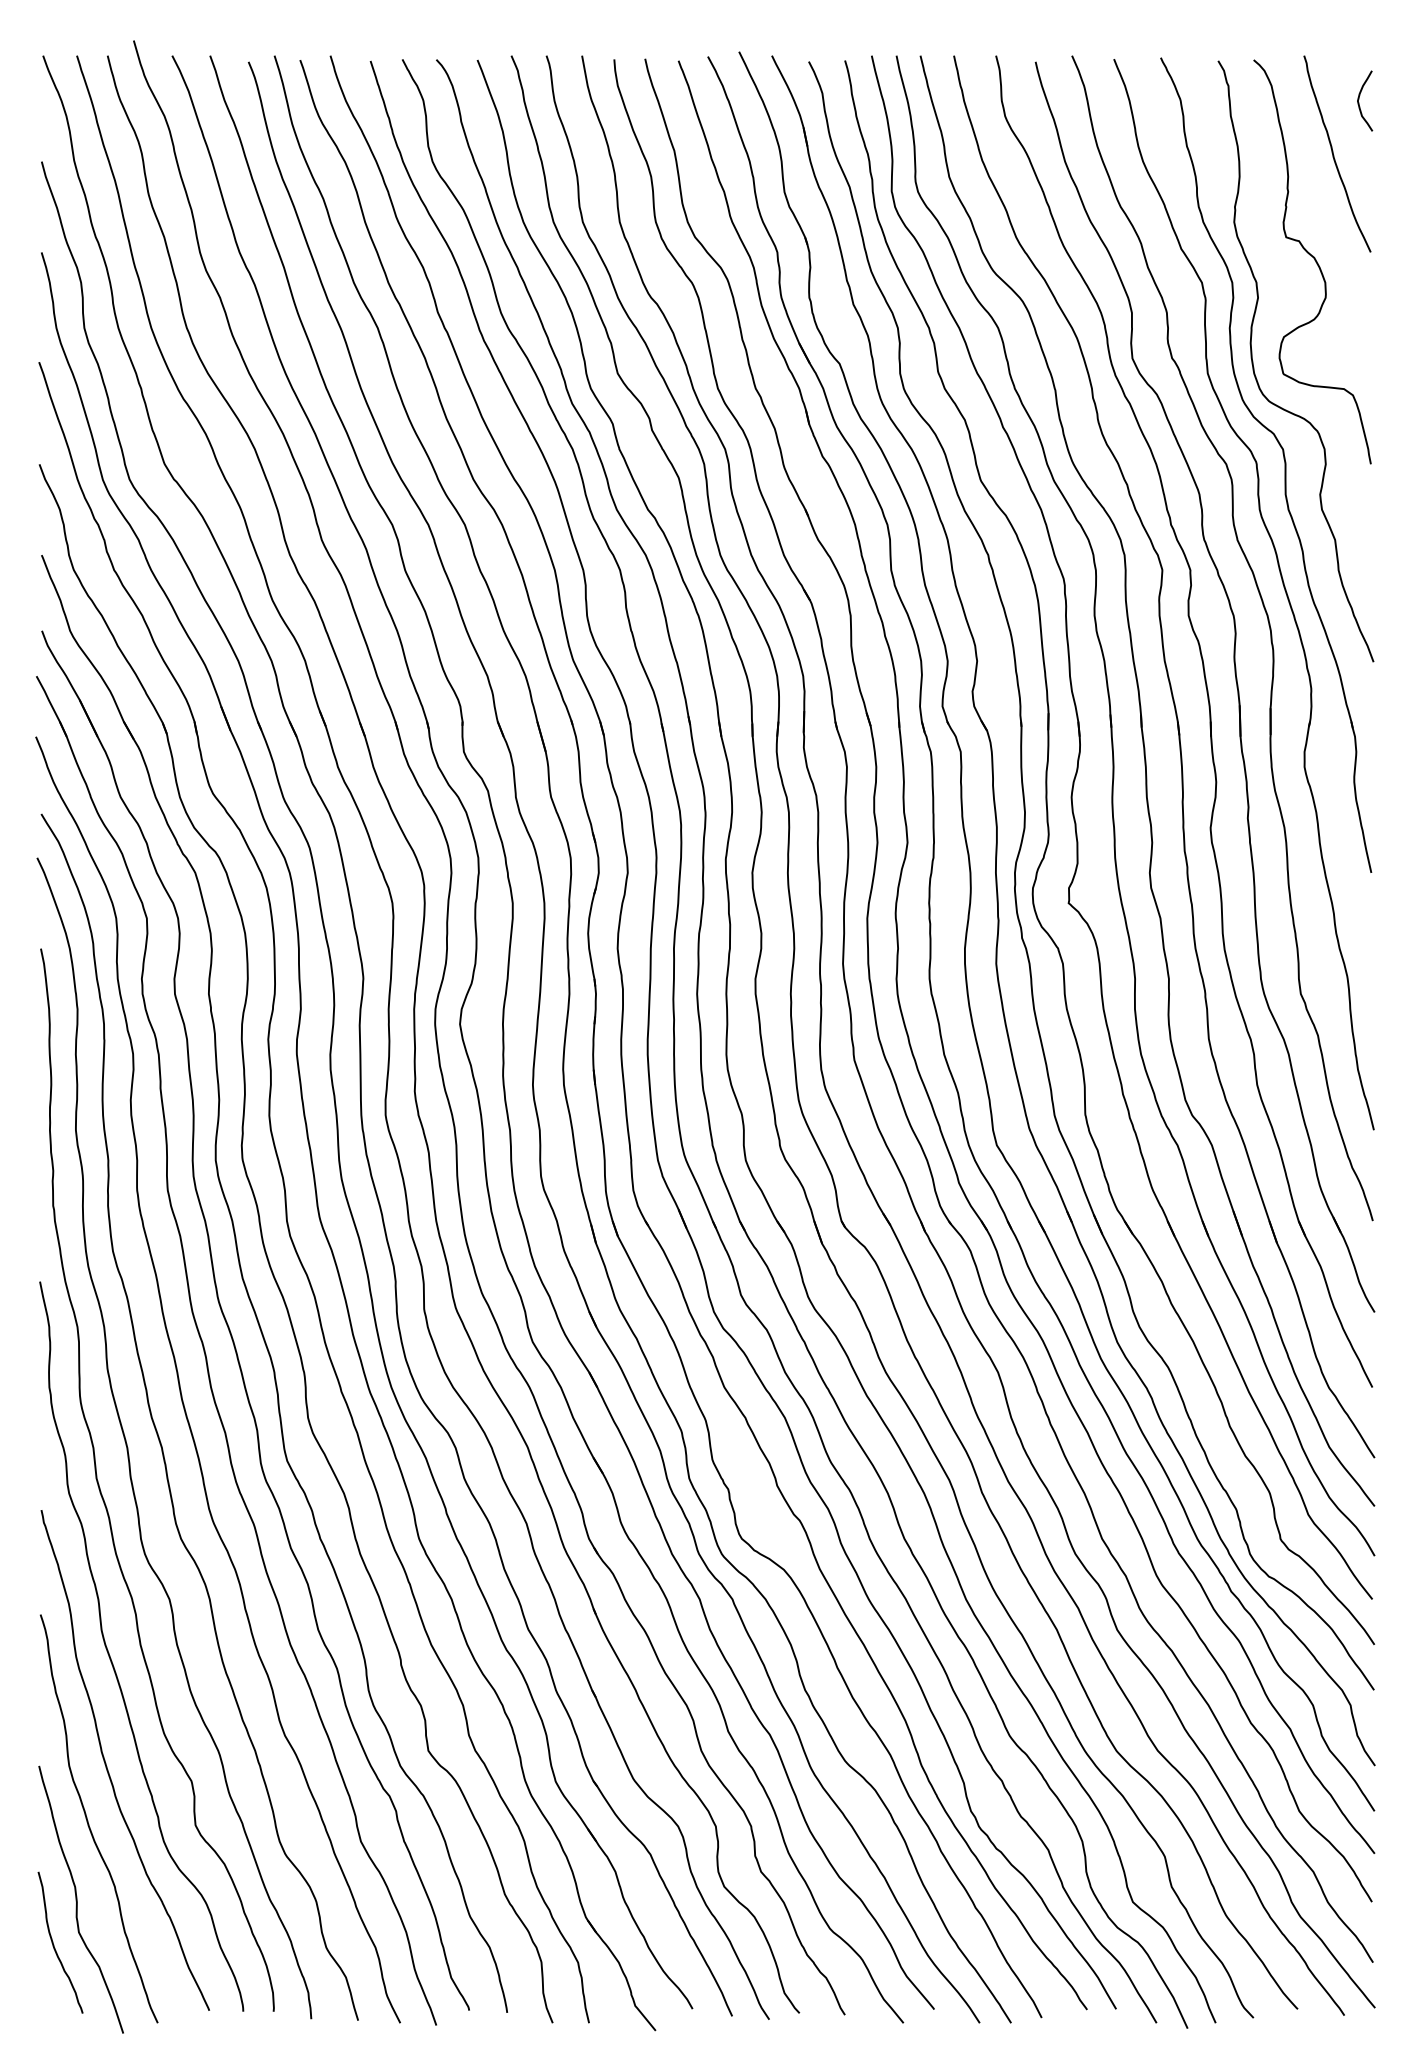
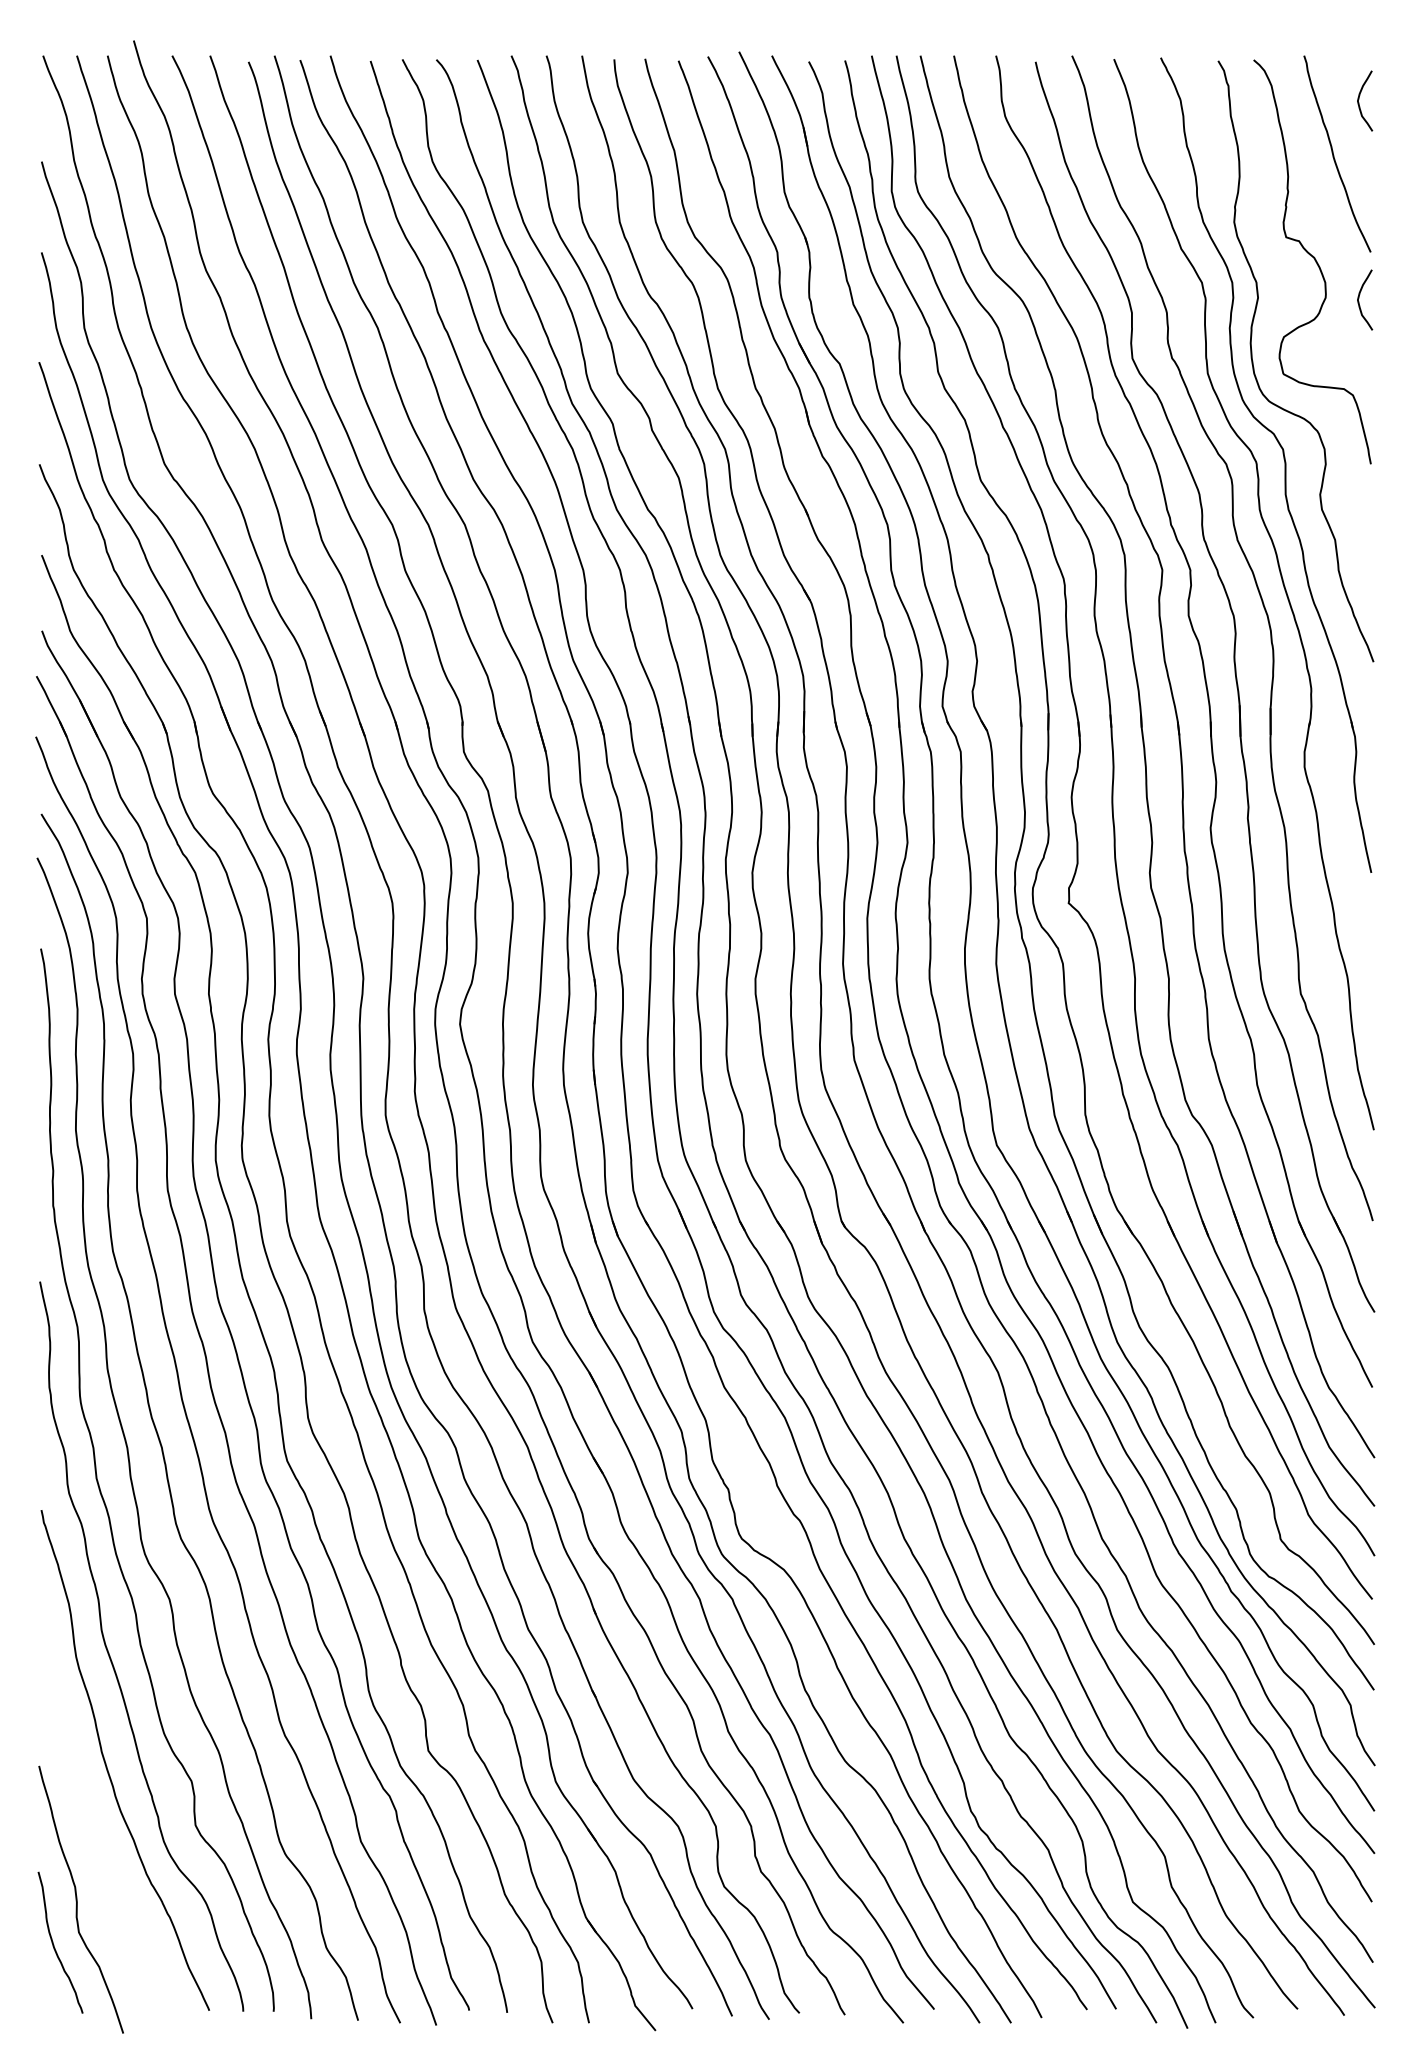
curve at (1359, 298): none -> present
curve at (88, 1820): present -> none
